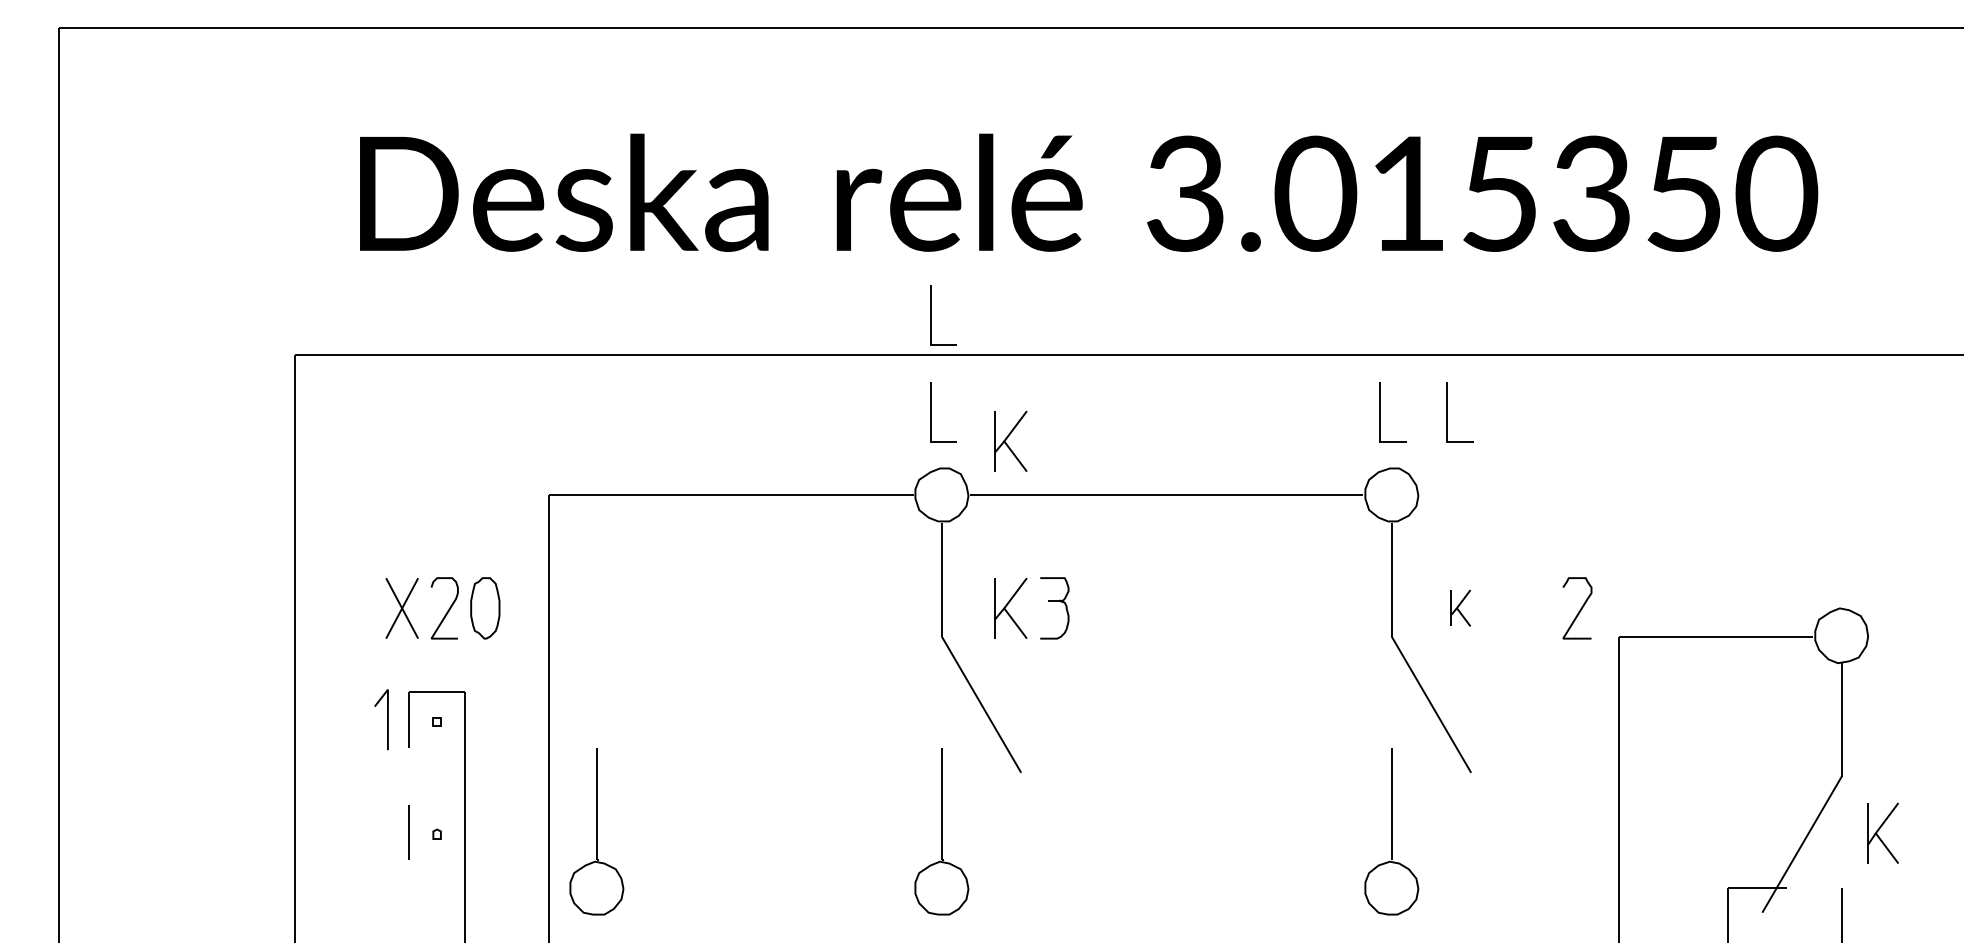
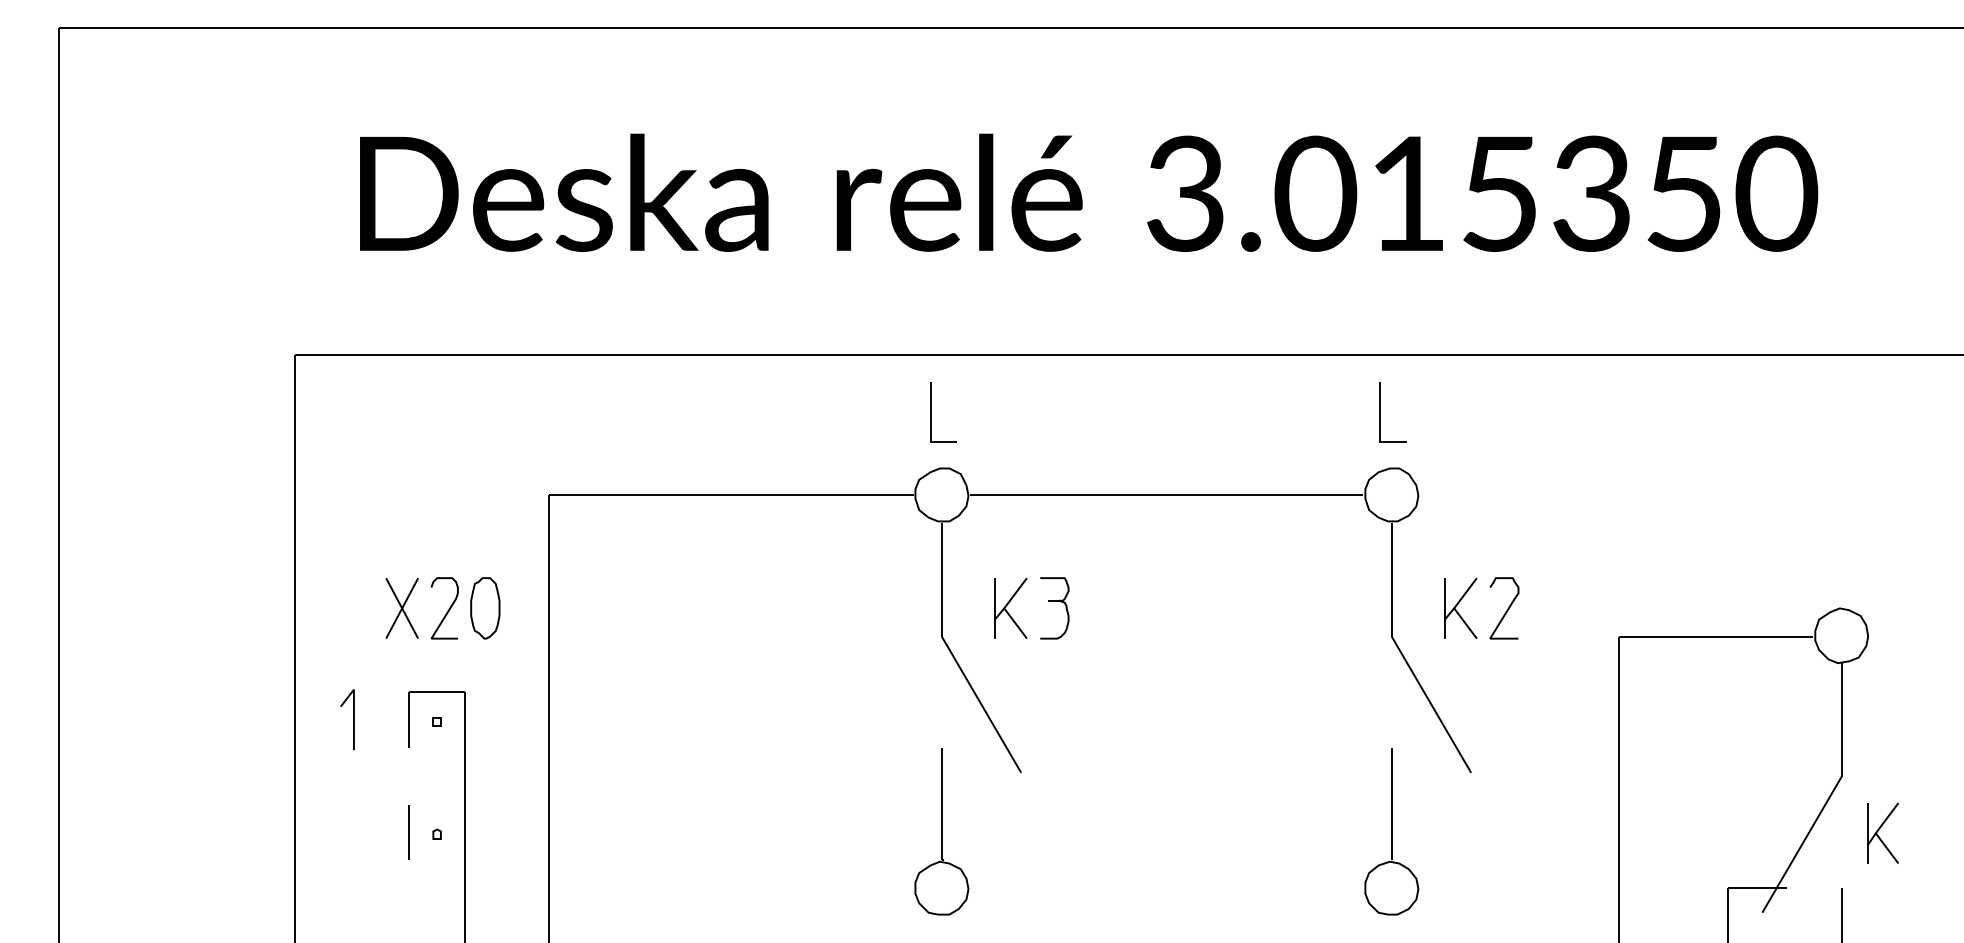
curve at (931, 315): present -> none
curve at (1447, 412): present -> none
part at (1010, 440): present -> none
part at (1460, 607) size: 21x38 px -> 34x62 px
curve at (1579, 610) position: (1579, 610) -> (1506, 610)
curve at (387, 719) position: (387, 719) -> (353, 719)
part at (596, 831): present -> none
